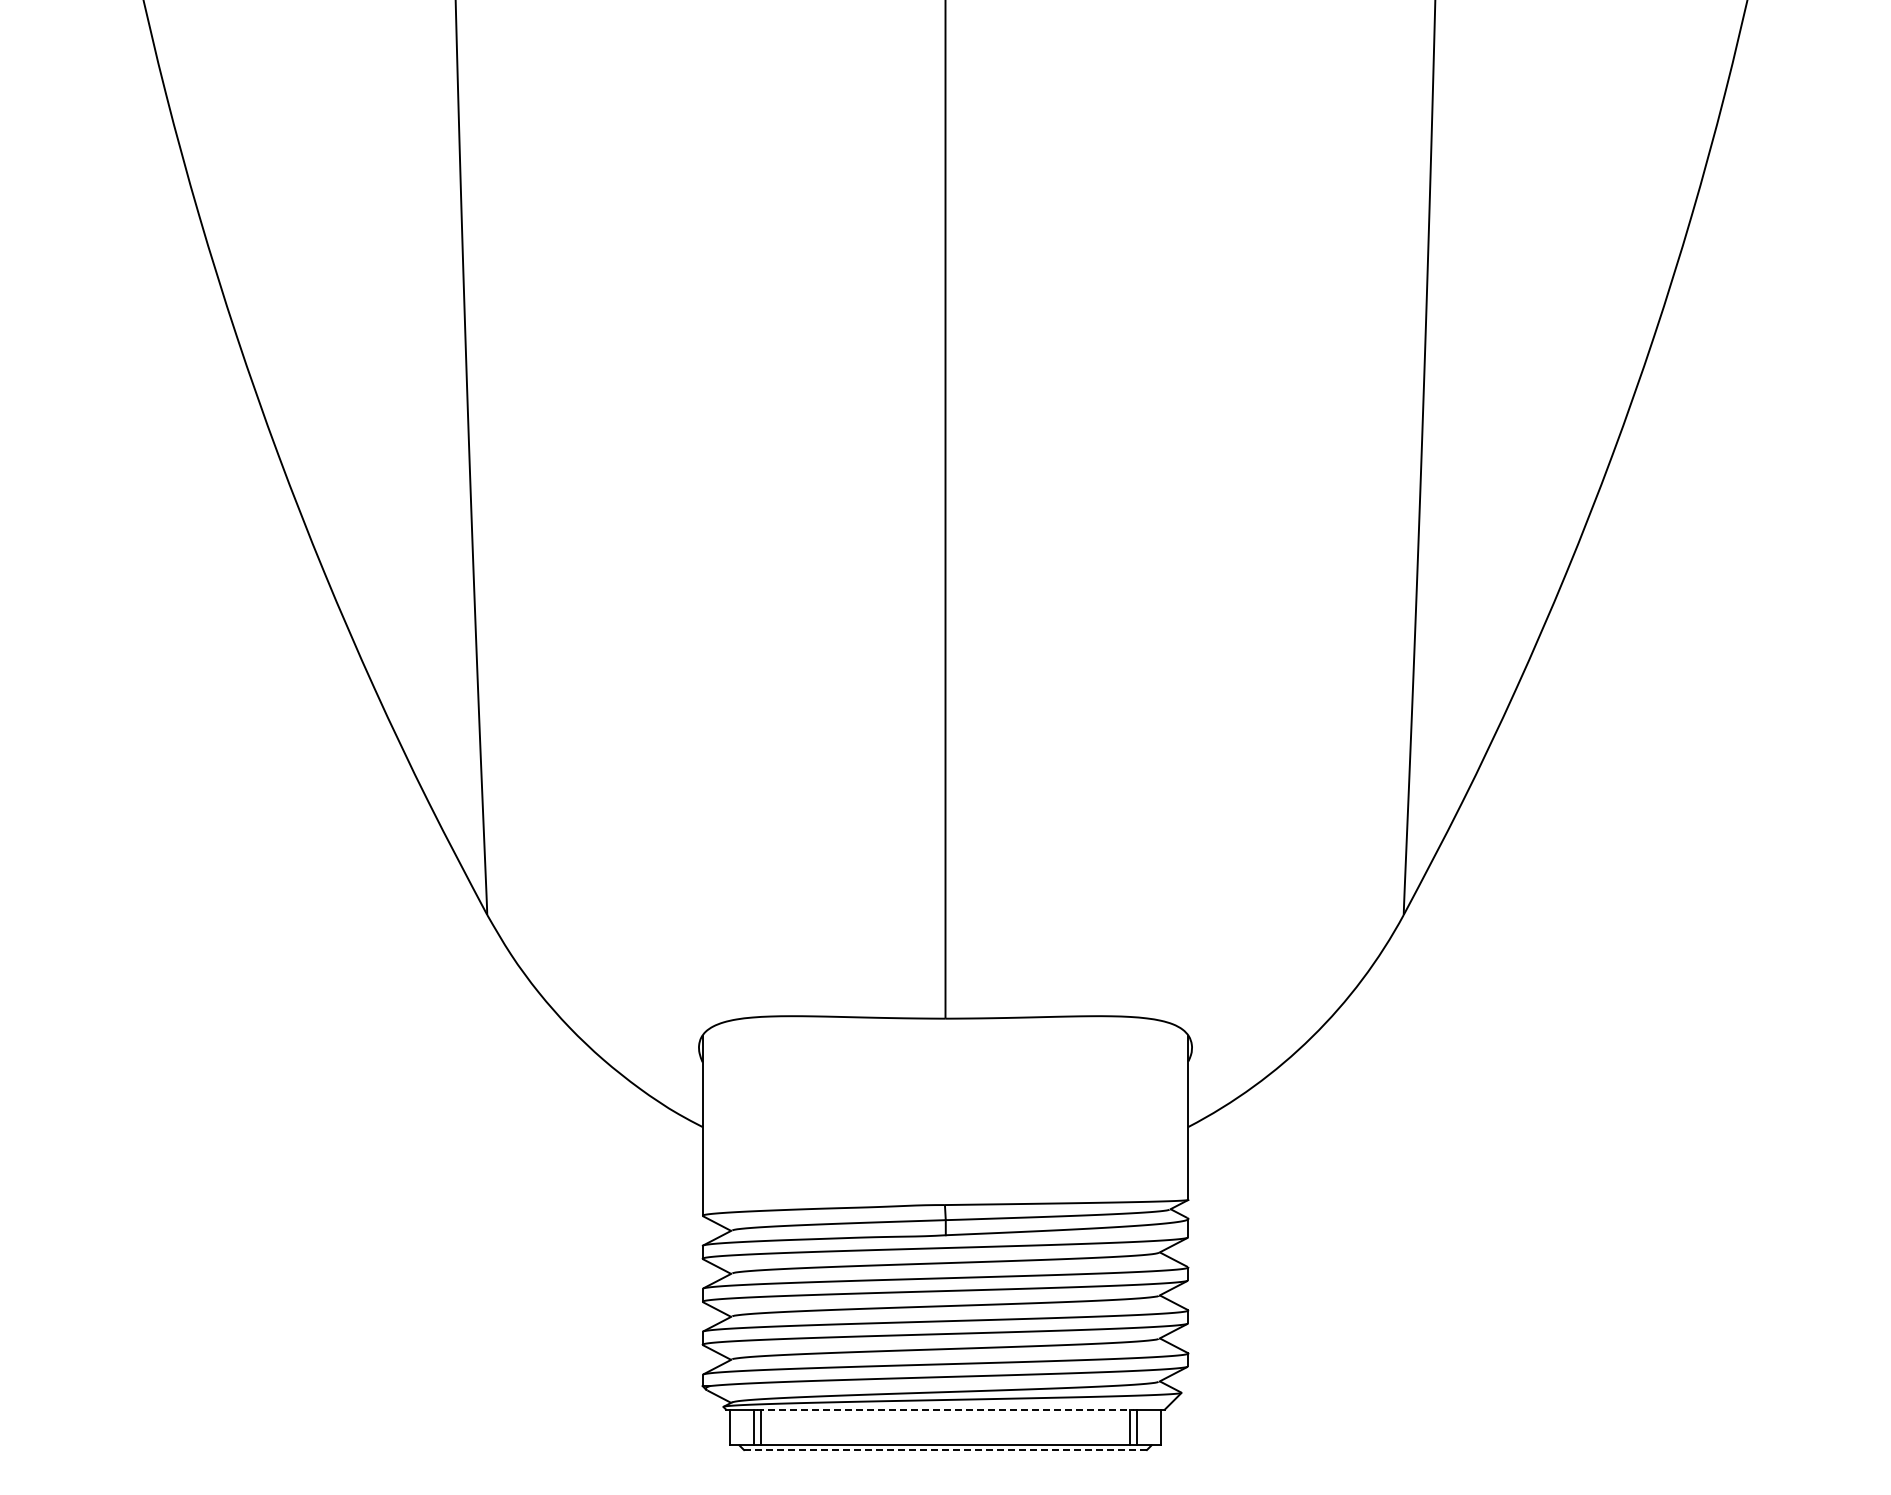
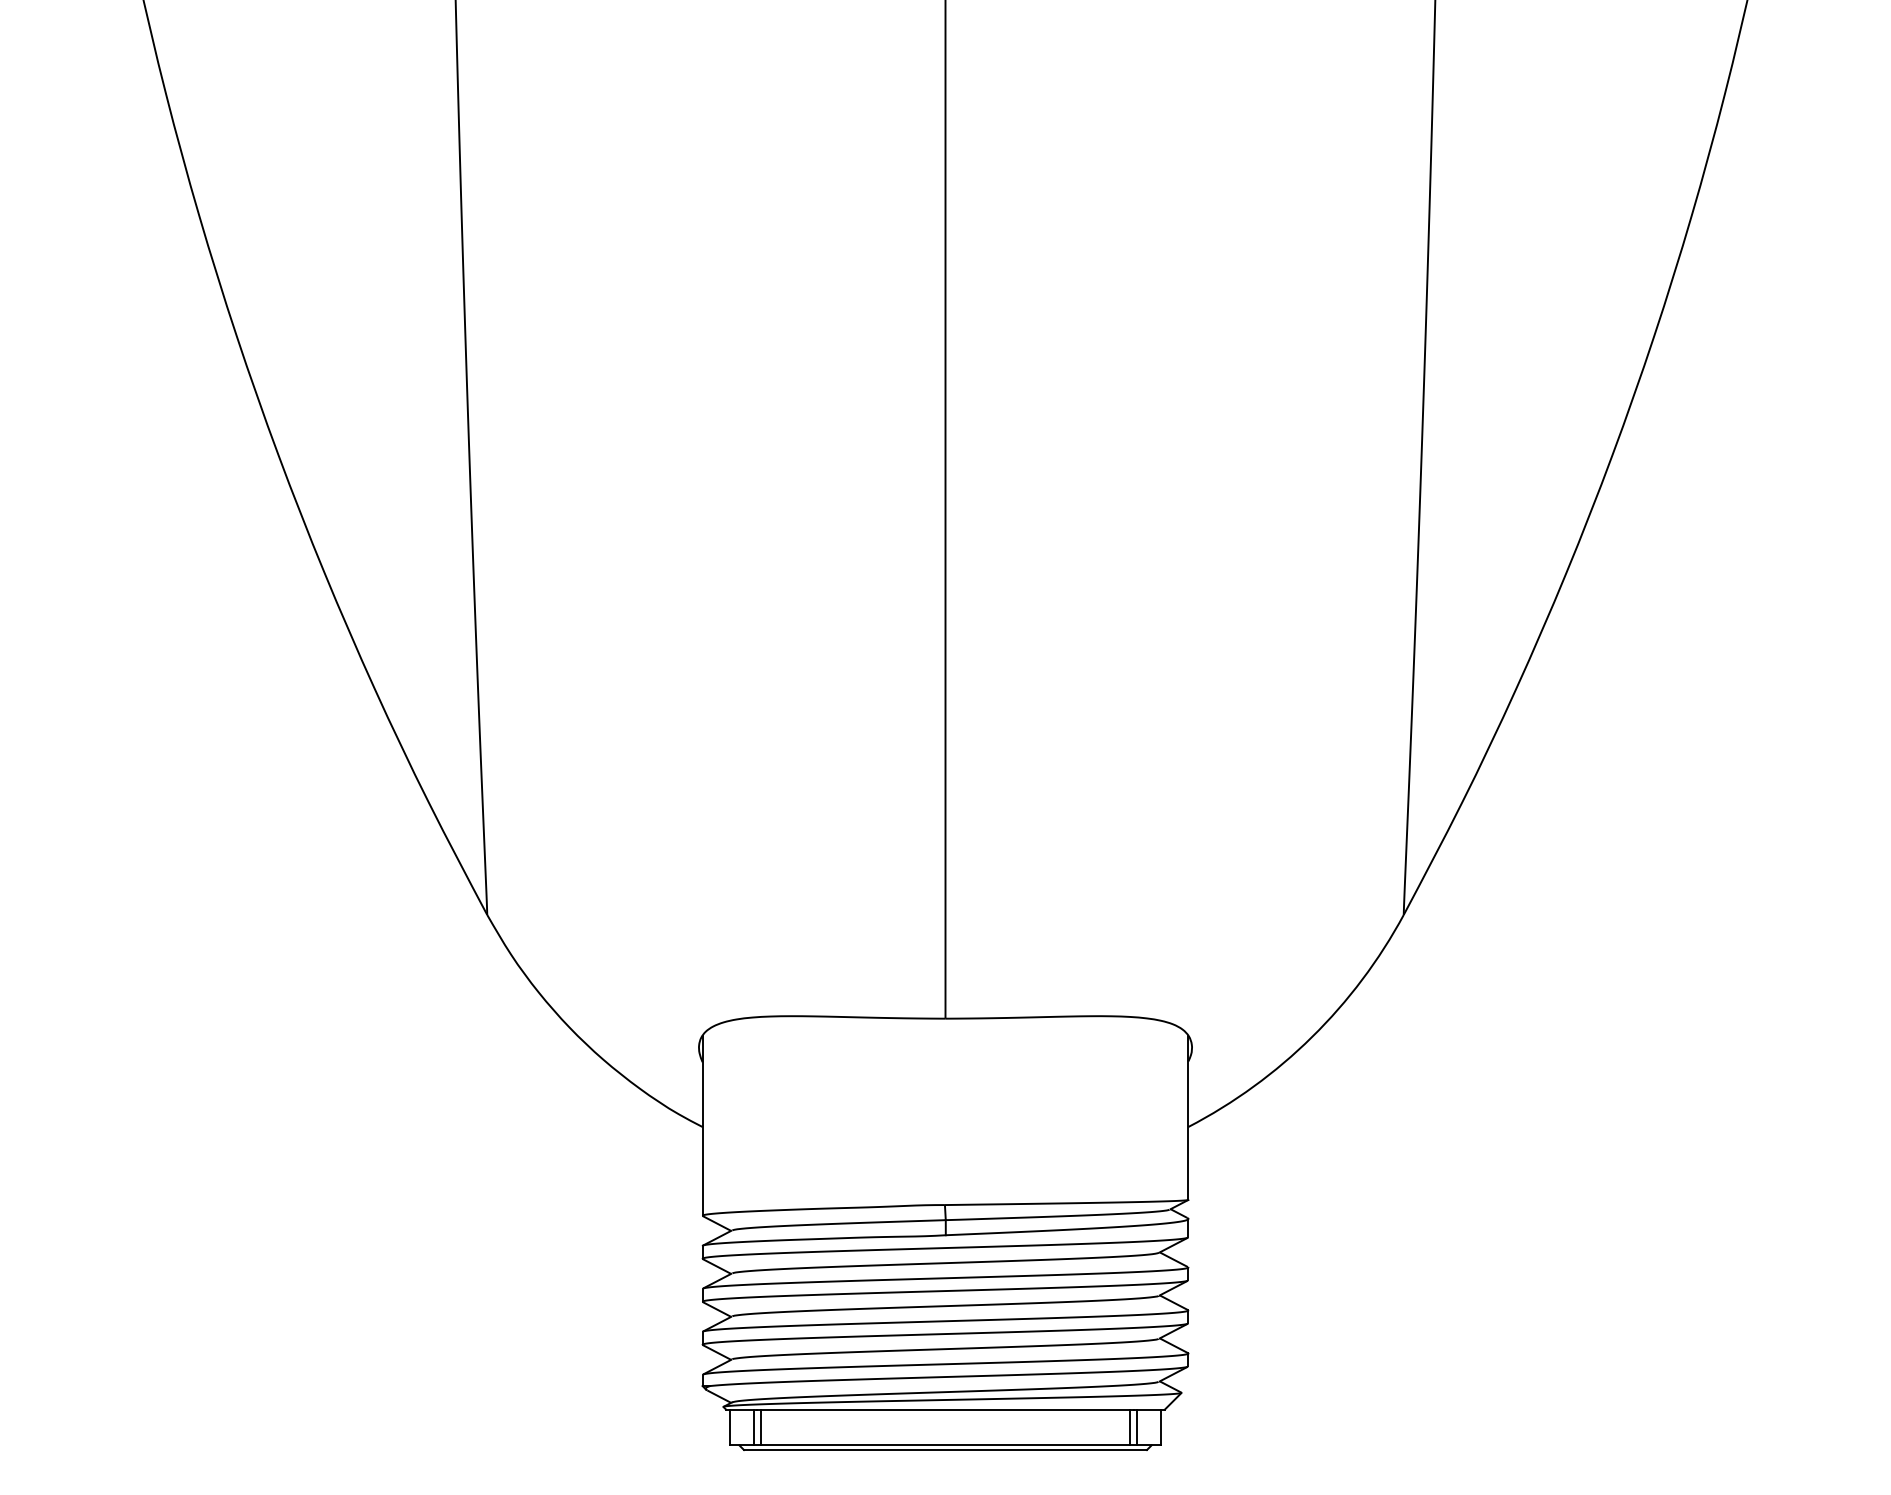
line at (946, 1409): dashed -> solid
line at (945, 1450): dashed -> solid
